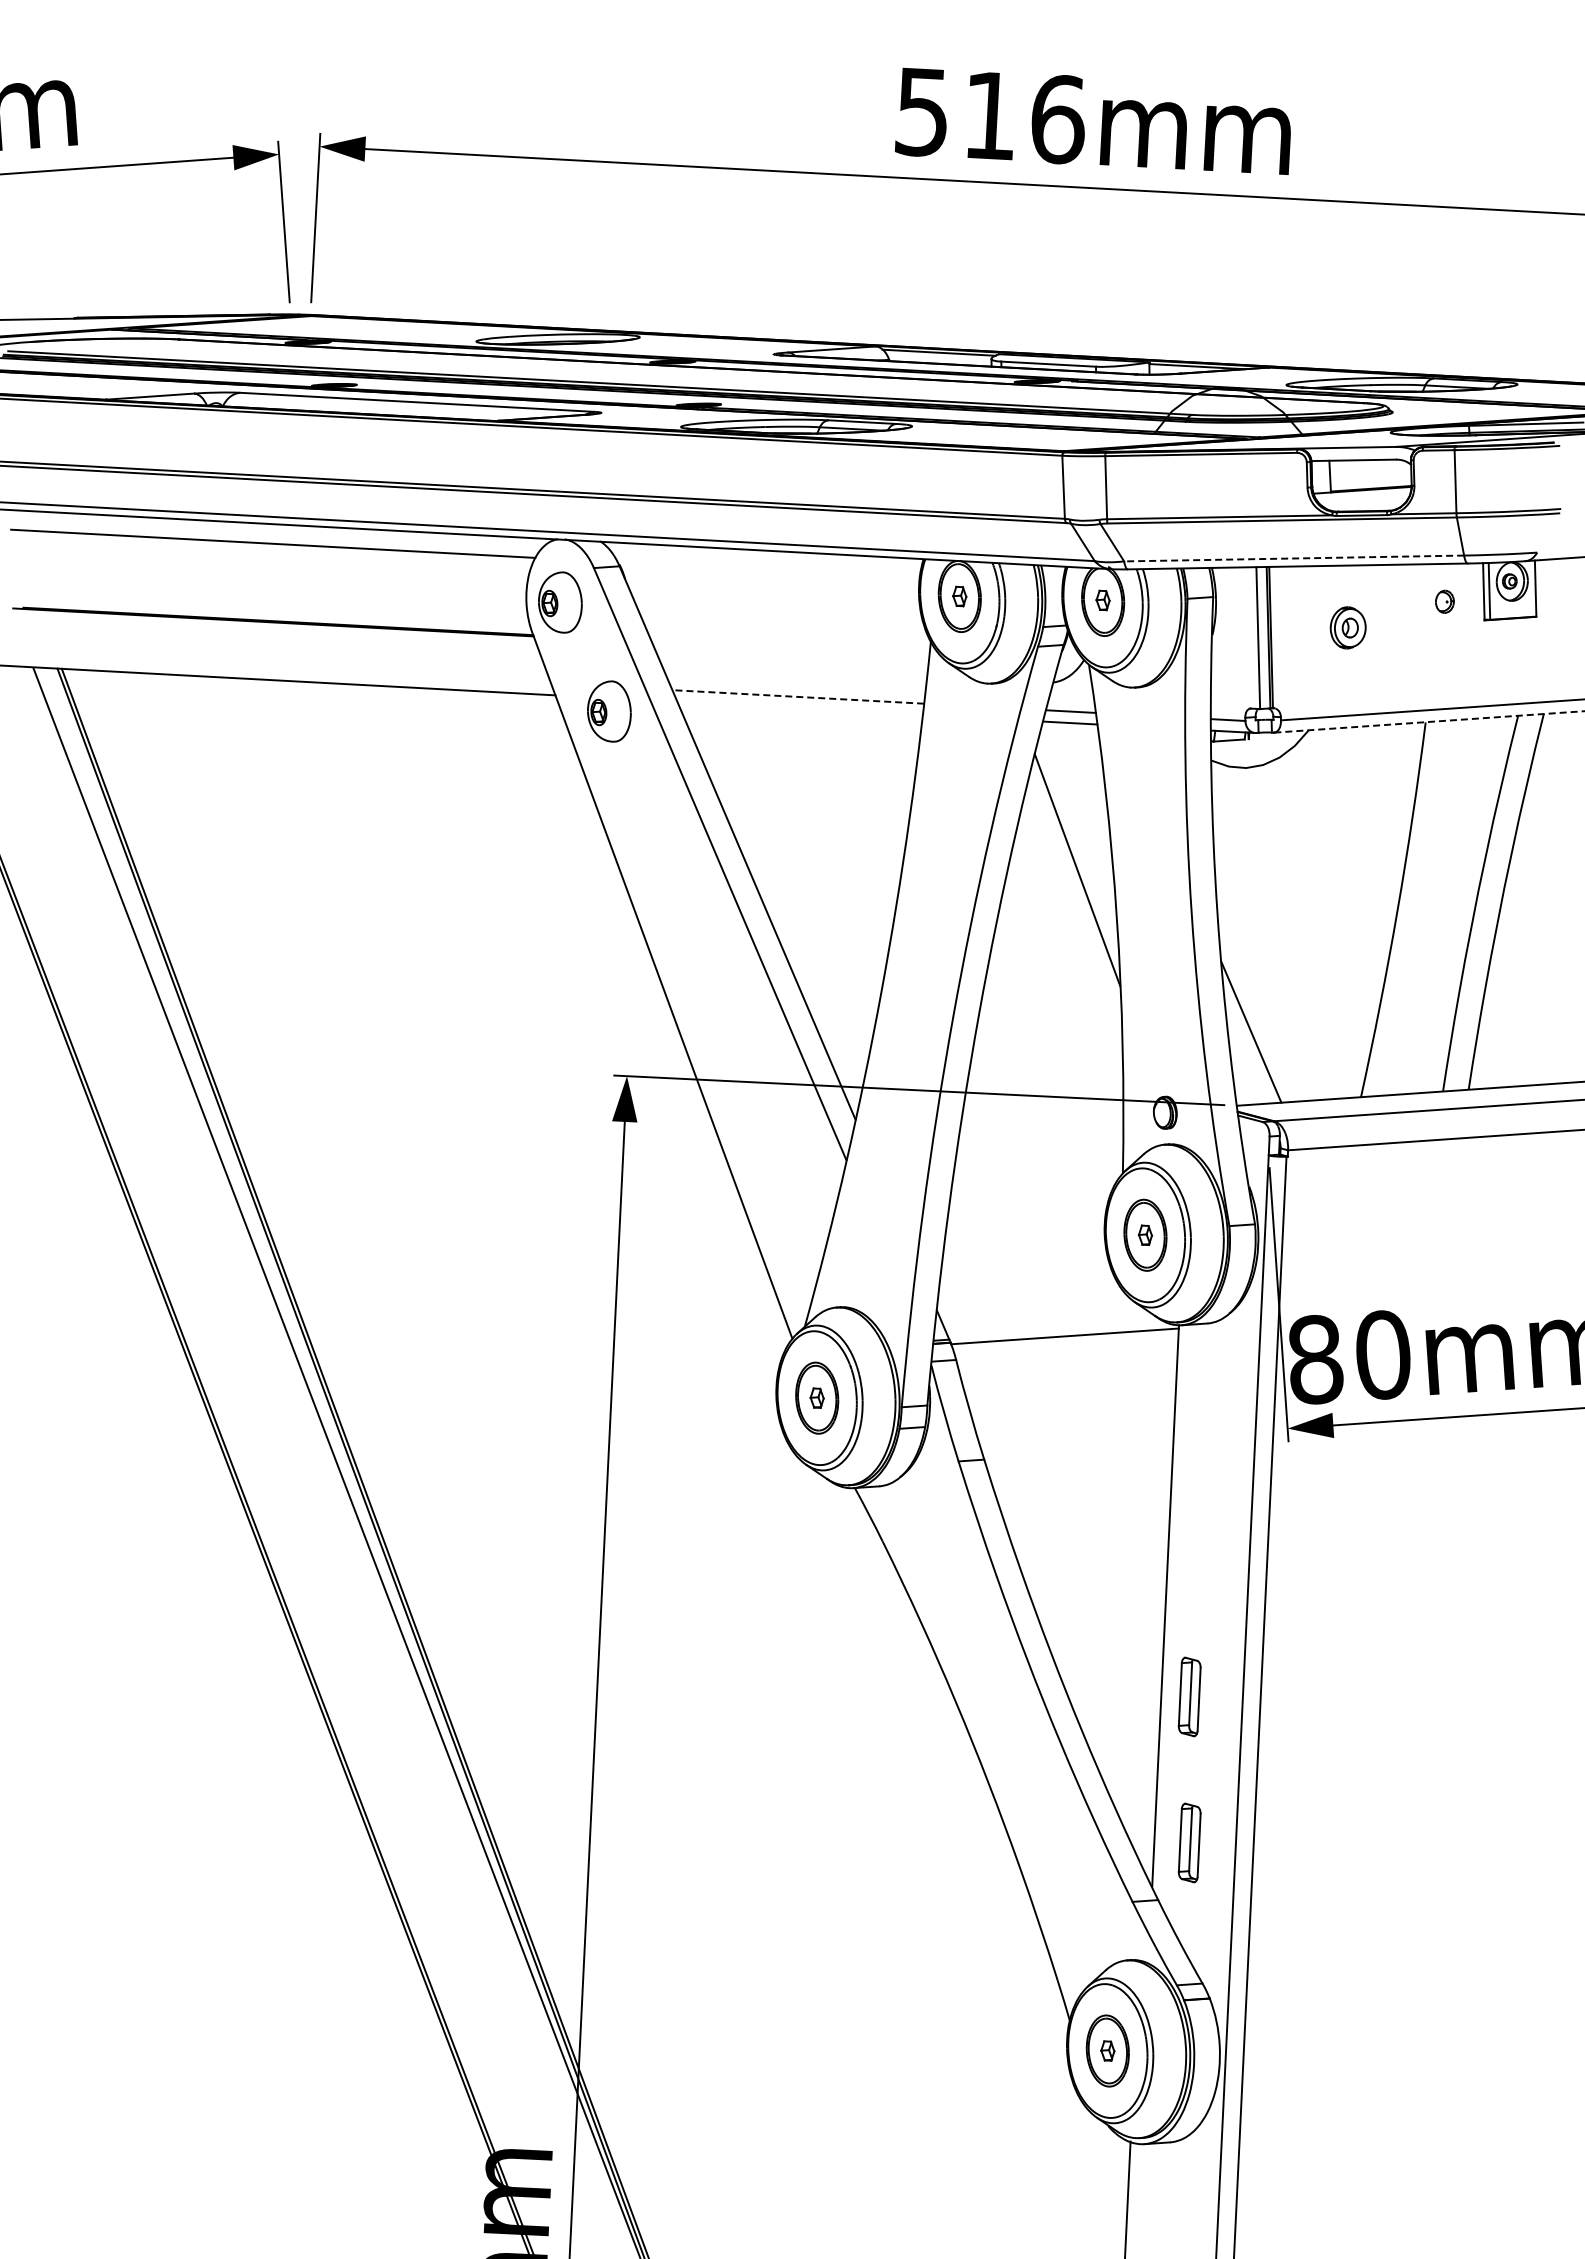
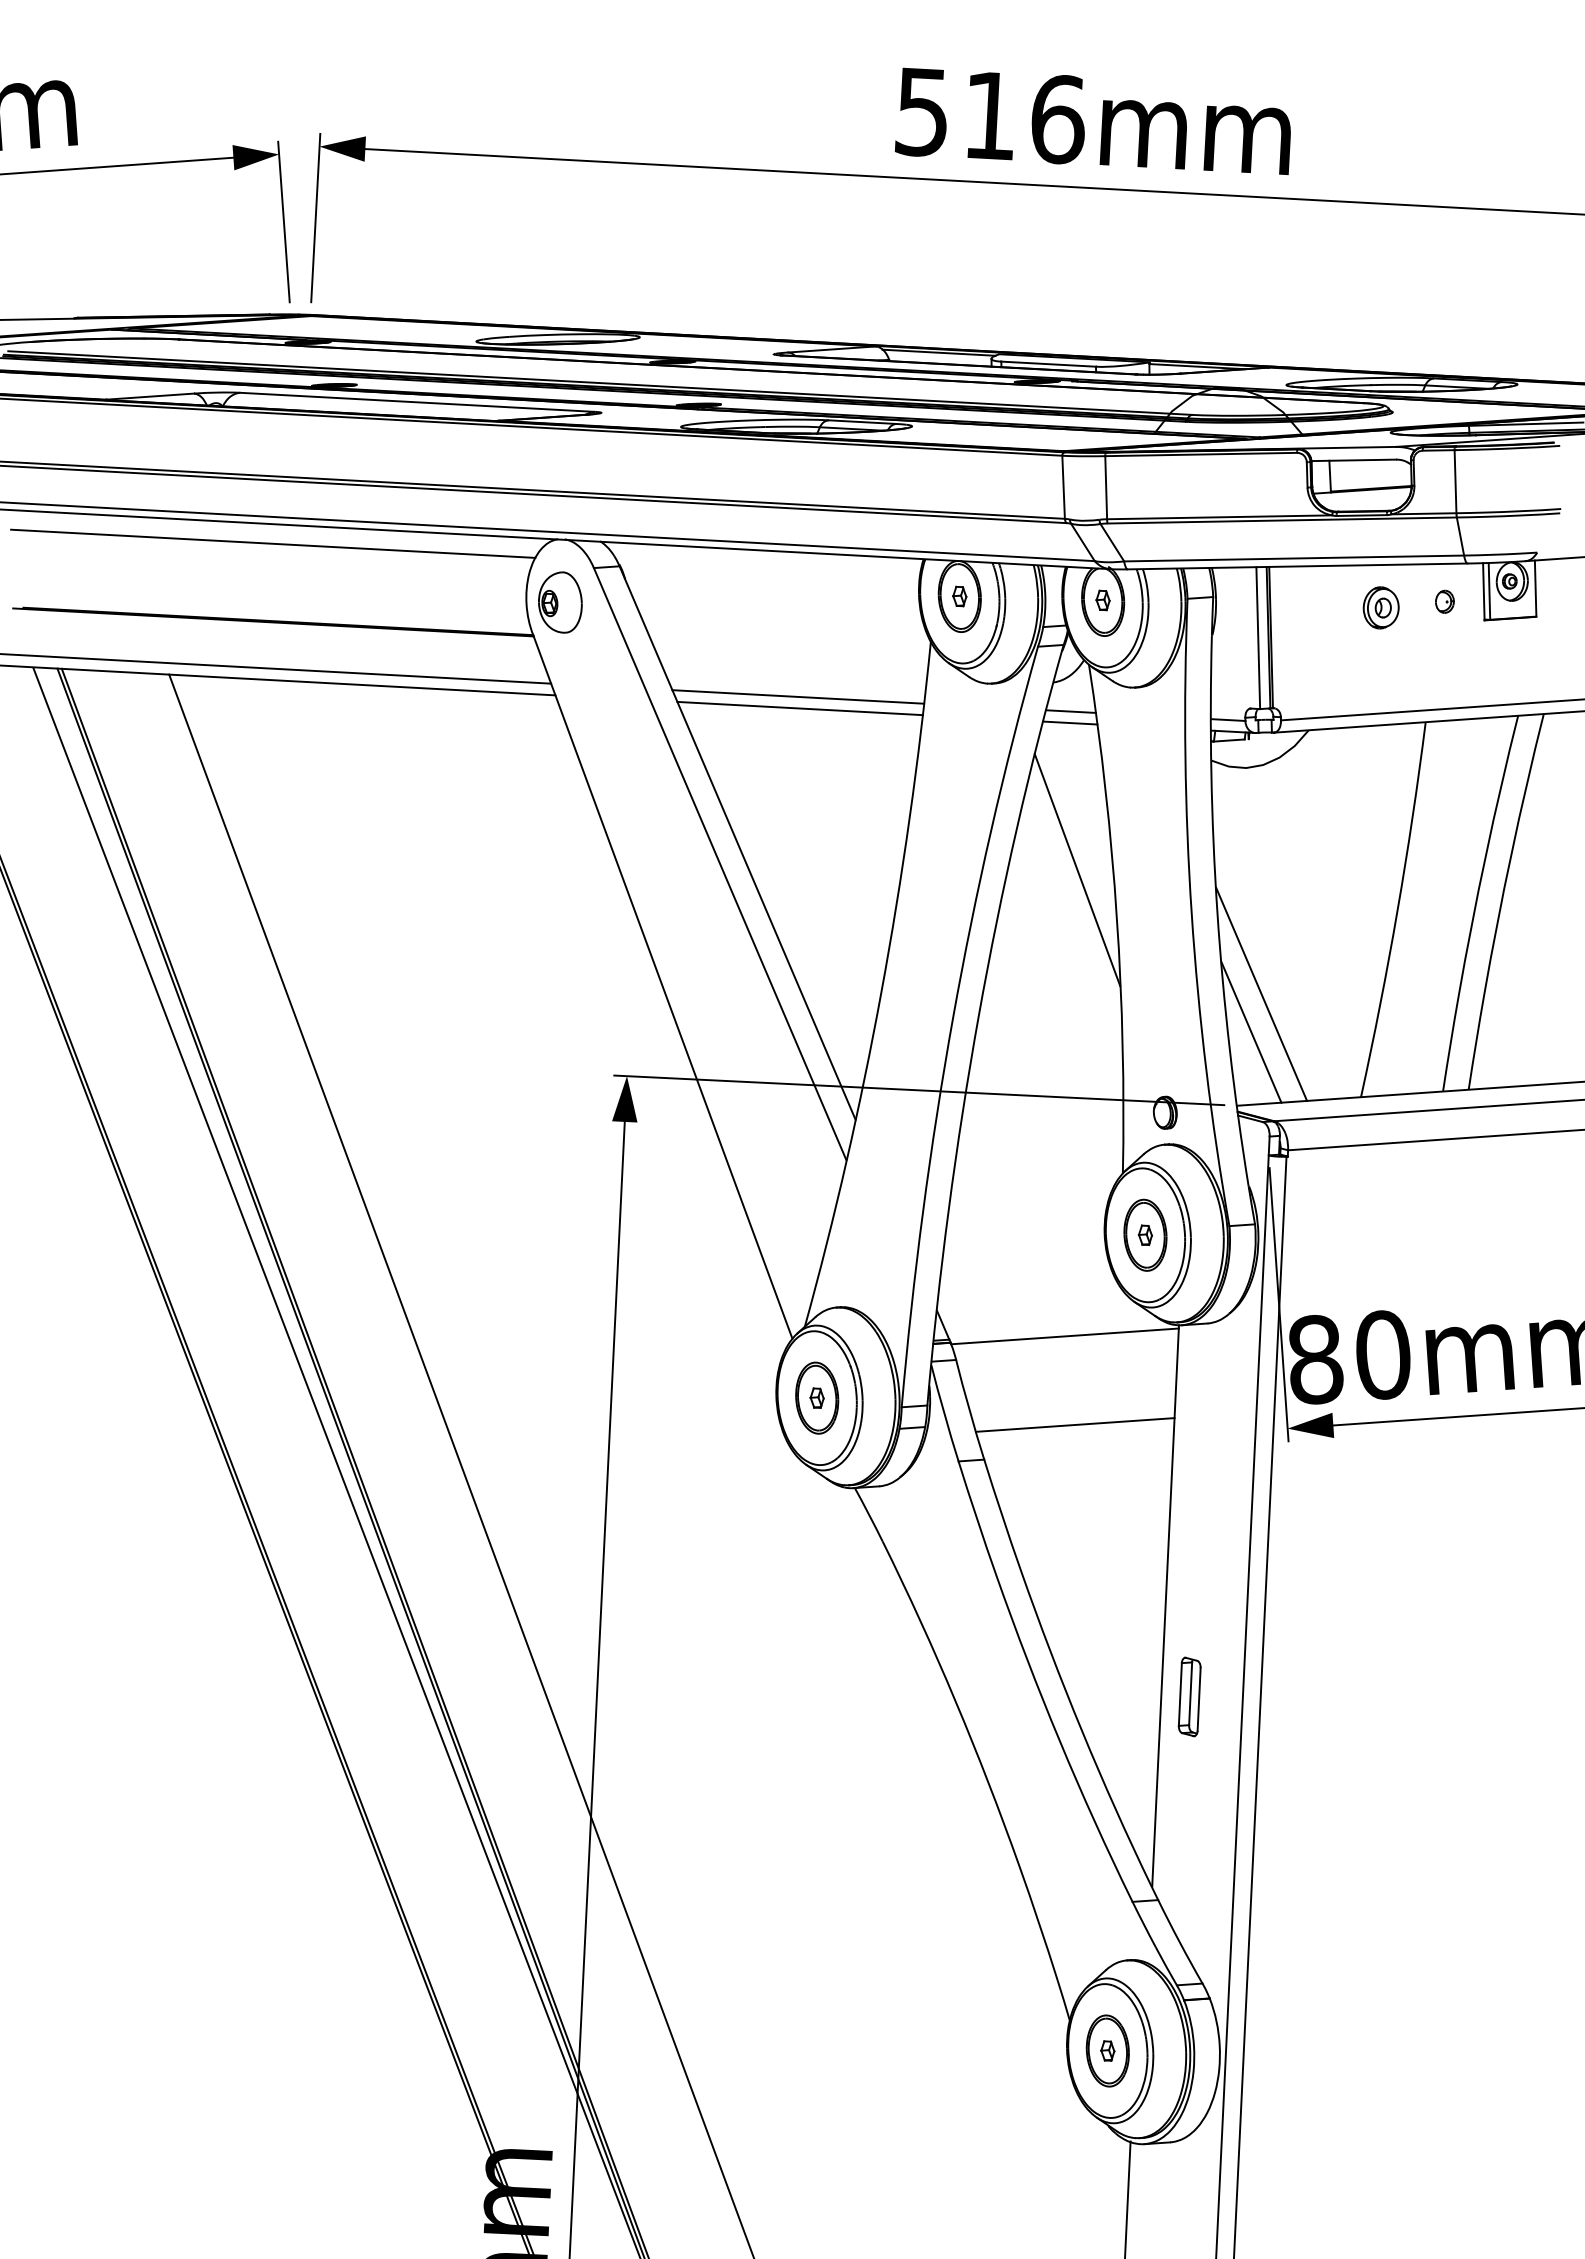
line at (1294, 558): dashed -> solid
part at (1347, 627) position: (1347, 627) -> (1380, 607)
line at (276, 668): none -> present
line at (797, 696): dashed -> solid
line at (799, 708): none -> present
part at (609, 711): present -> none
line at (1429, 721): dashed -> solid
line at (1261, 993): none -> present
line at (1074, 1424): none -> present
line at (460, 1464): none -> present
part at (1189, 1842): present -> none
